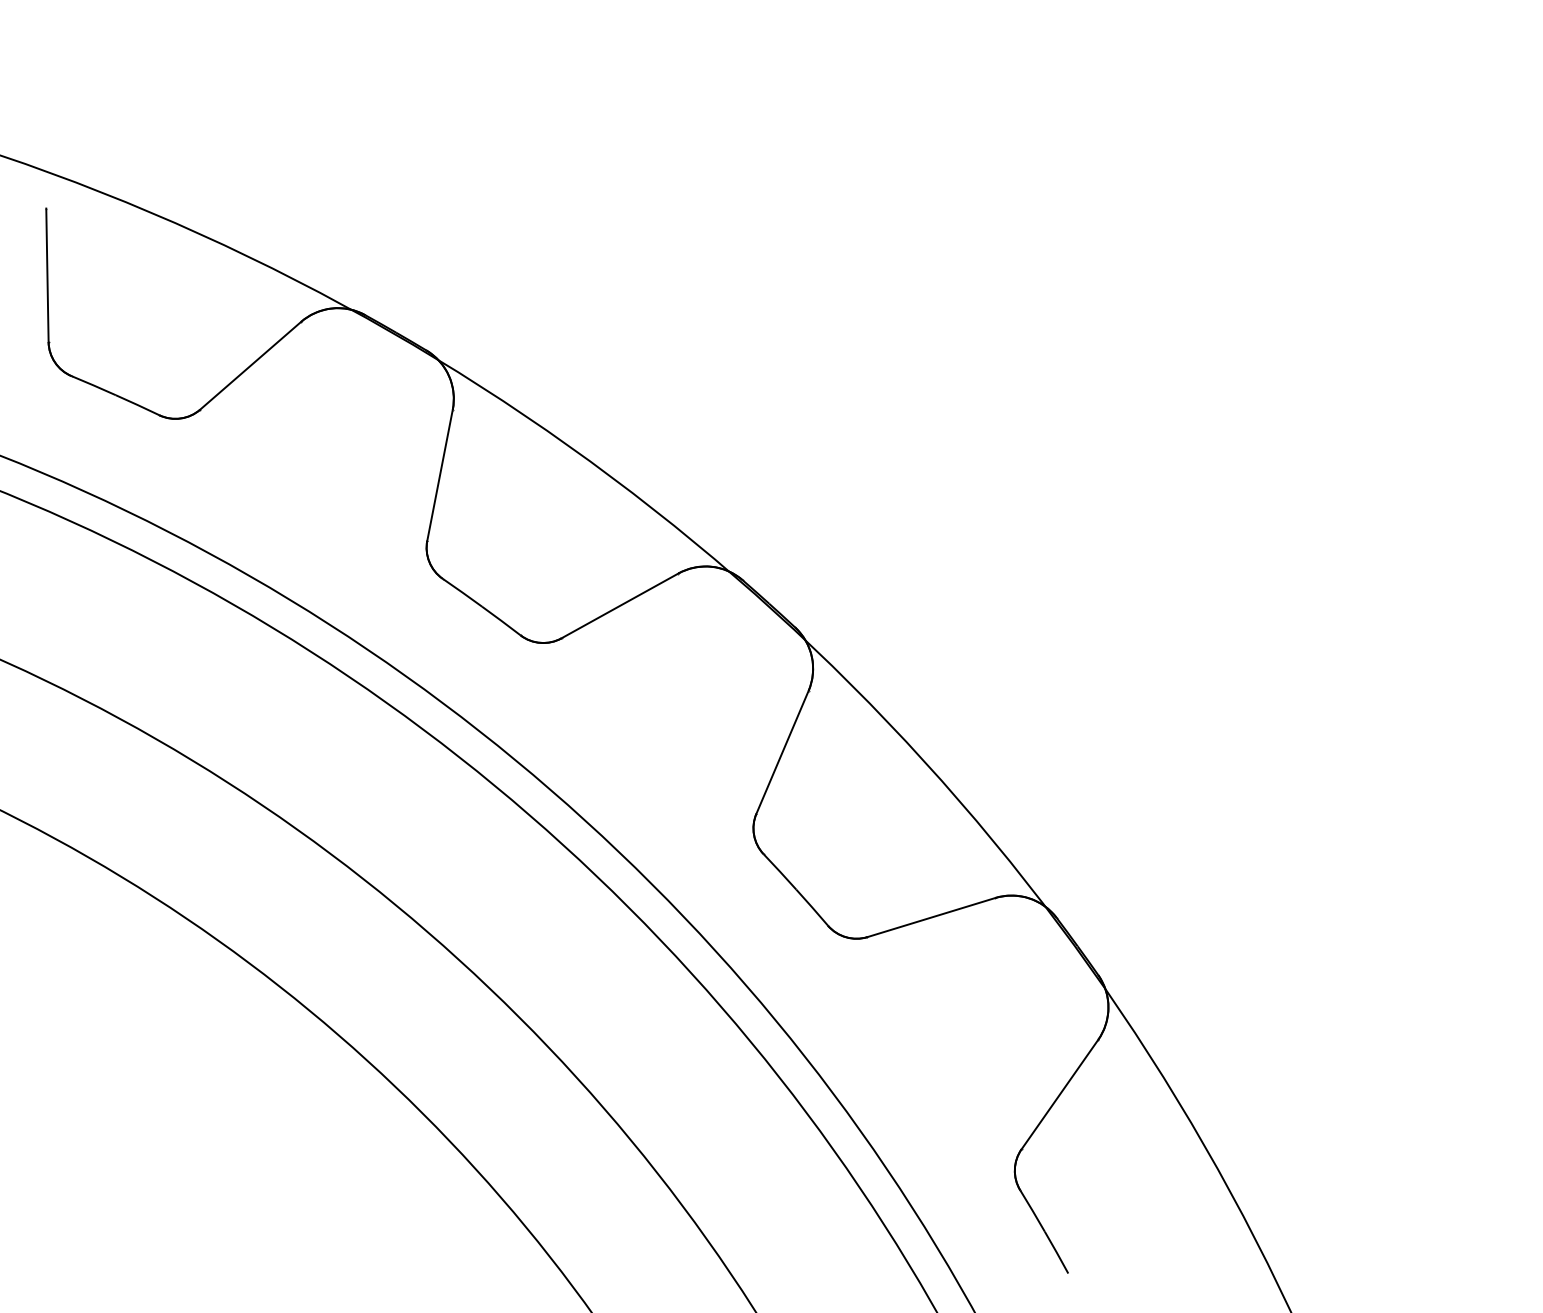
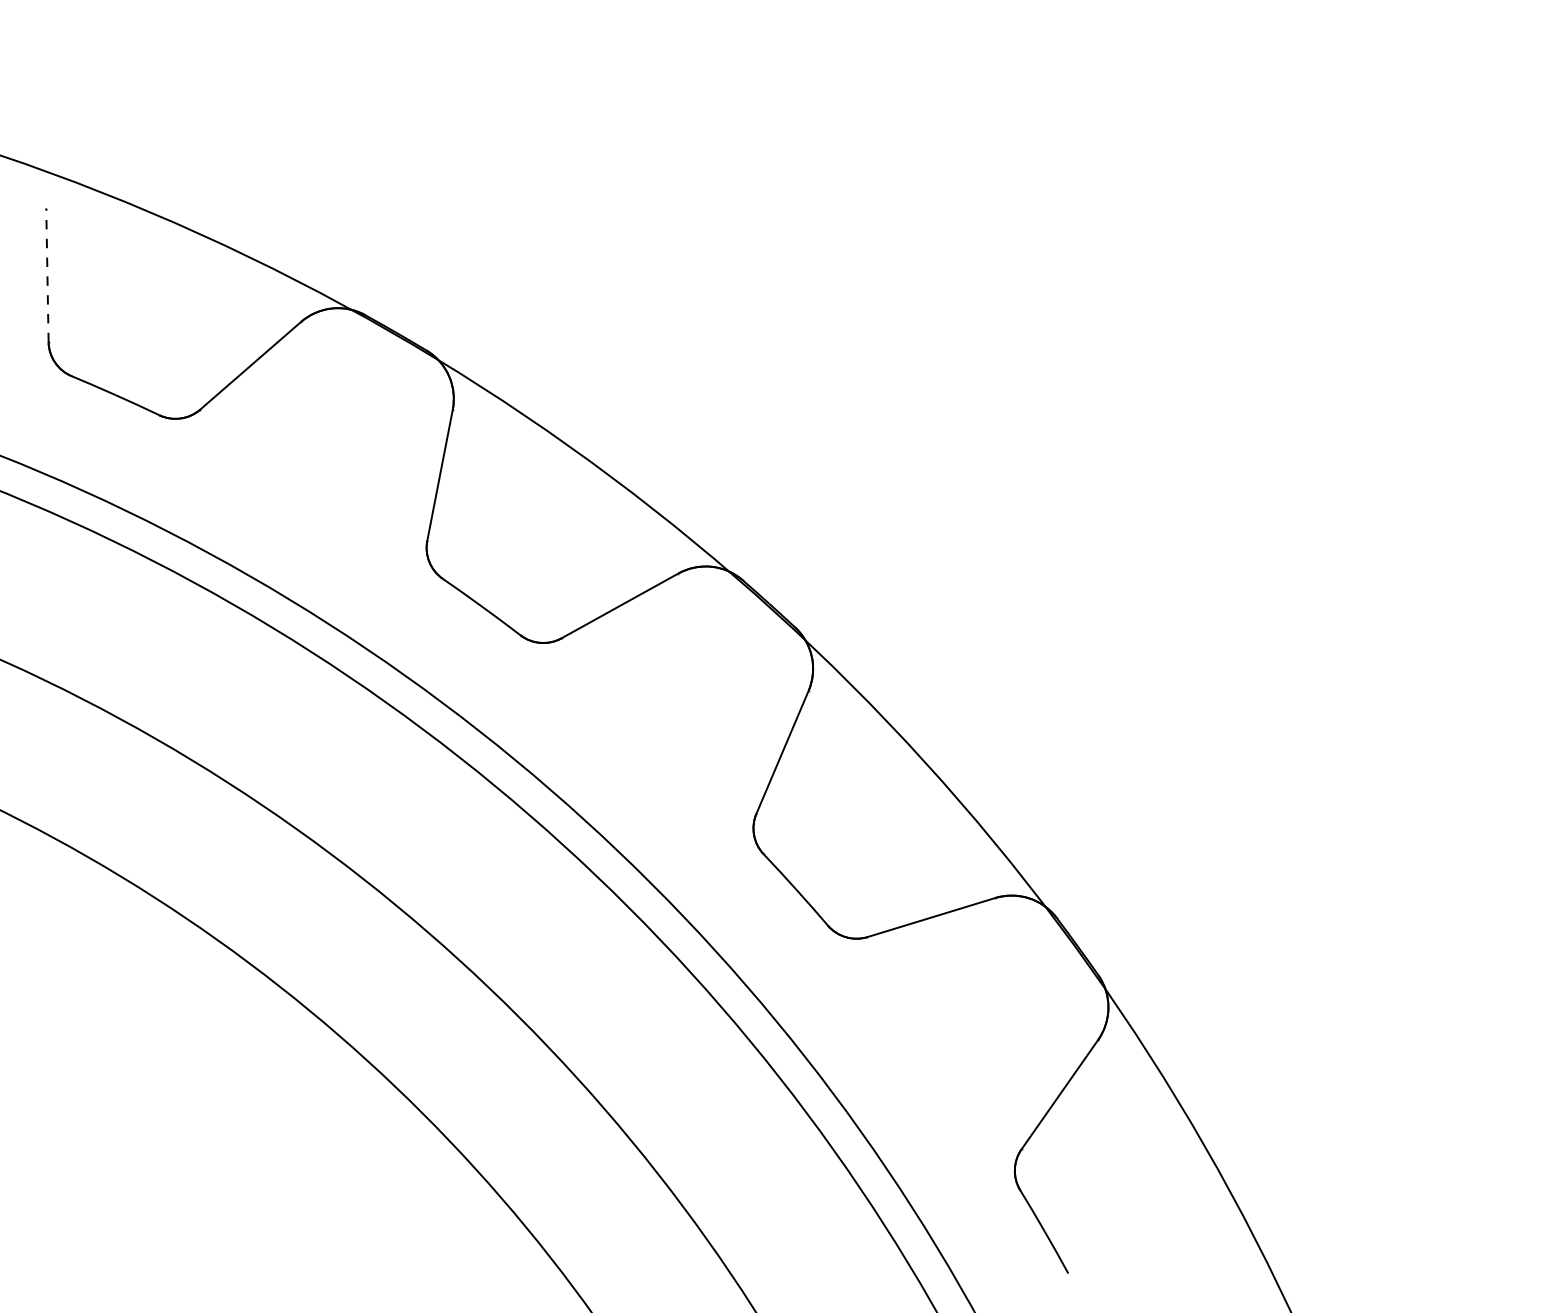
line at (47, 275): solid -> dashed
